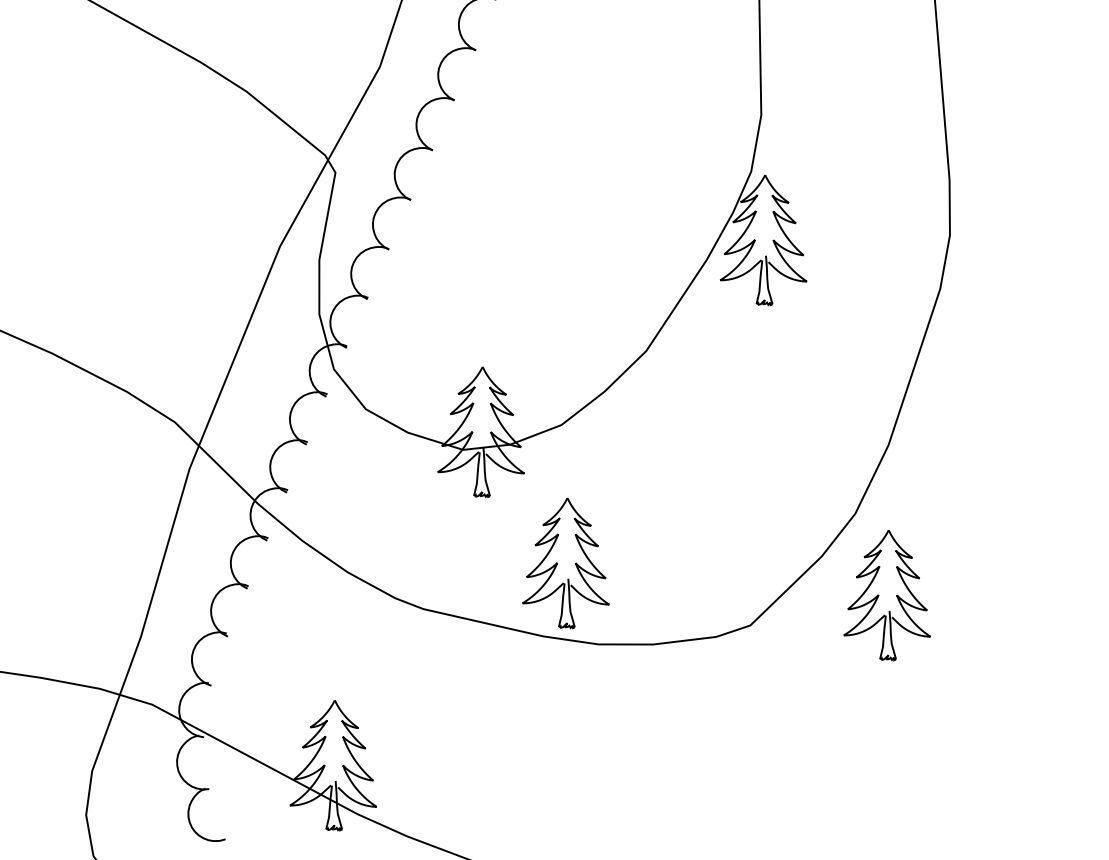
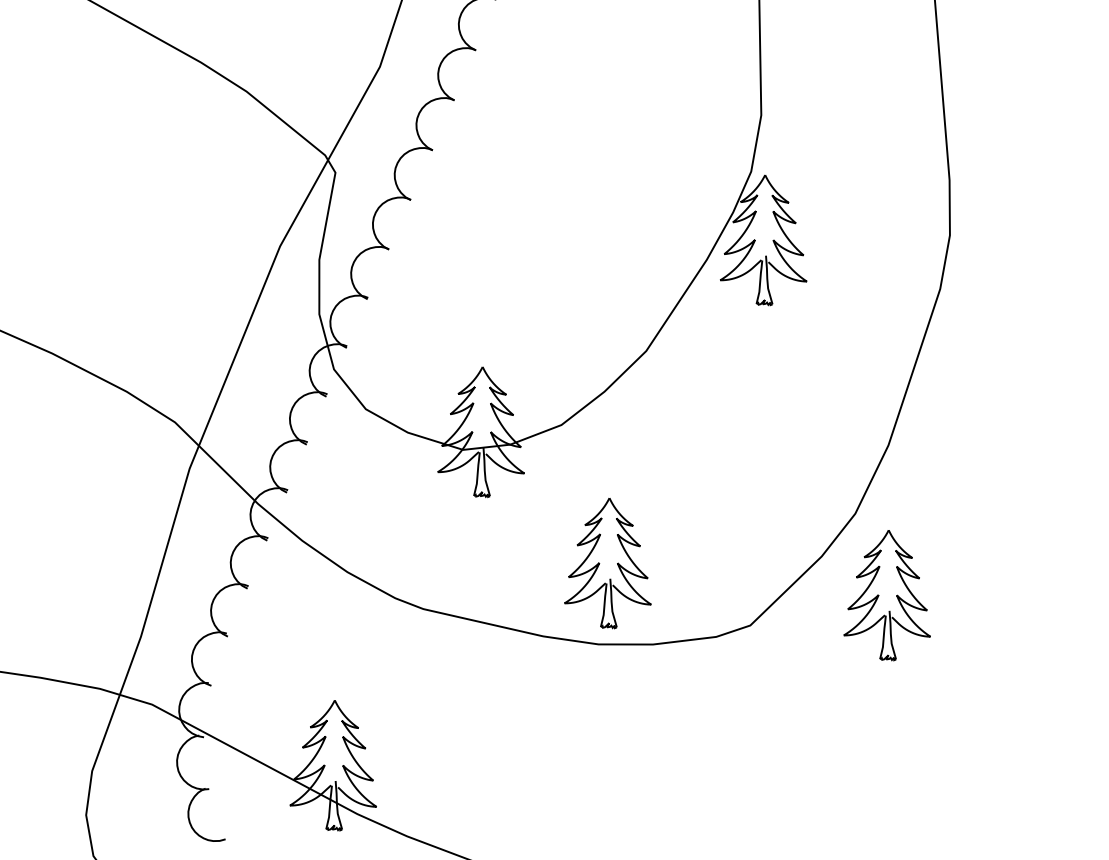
part at (565, 563) position: (565, 563) -> (607, 563)
